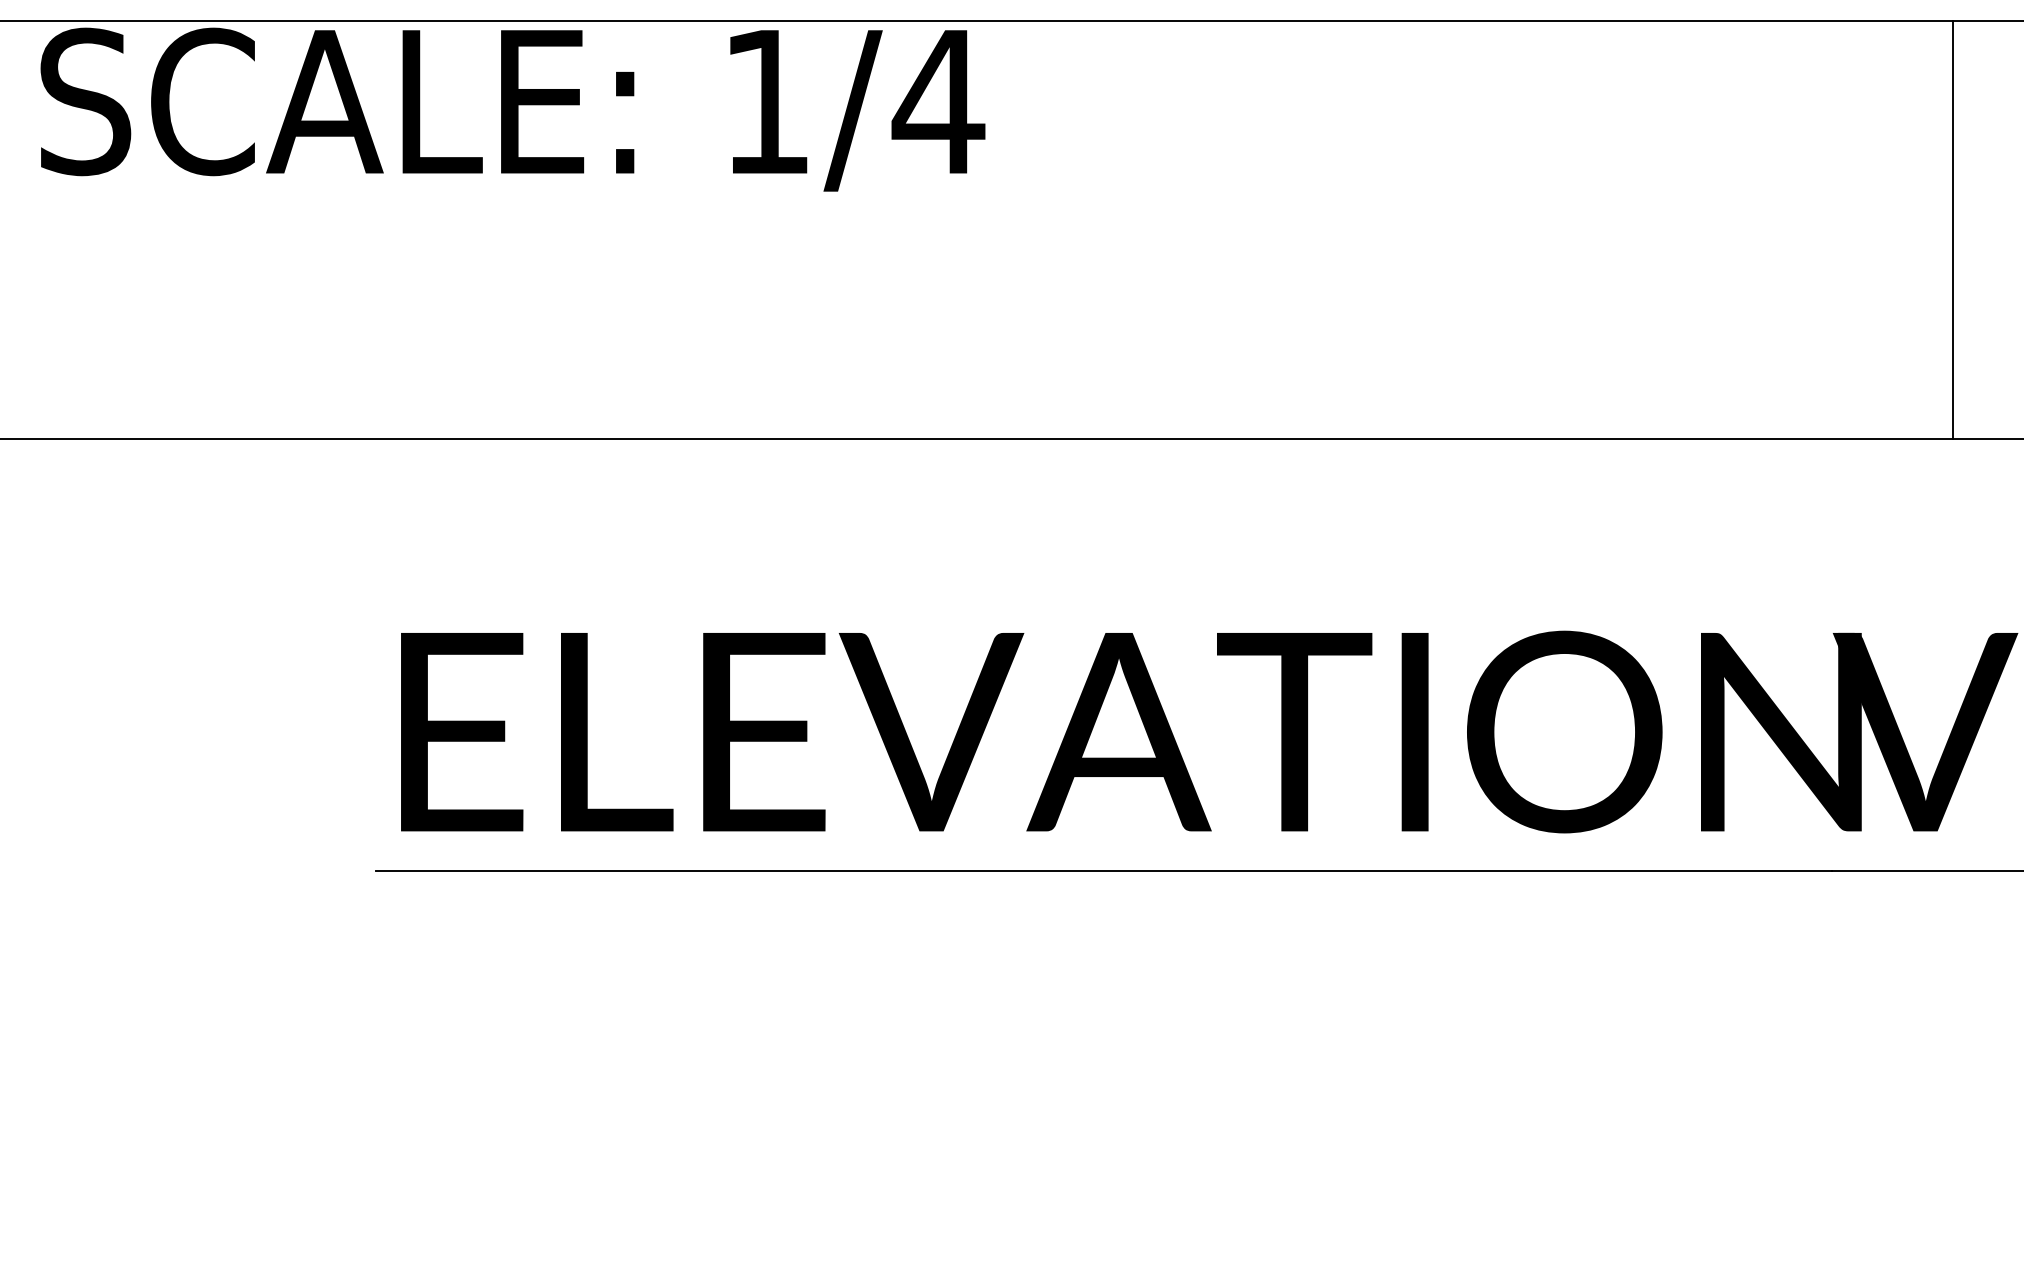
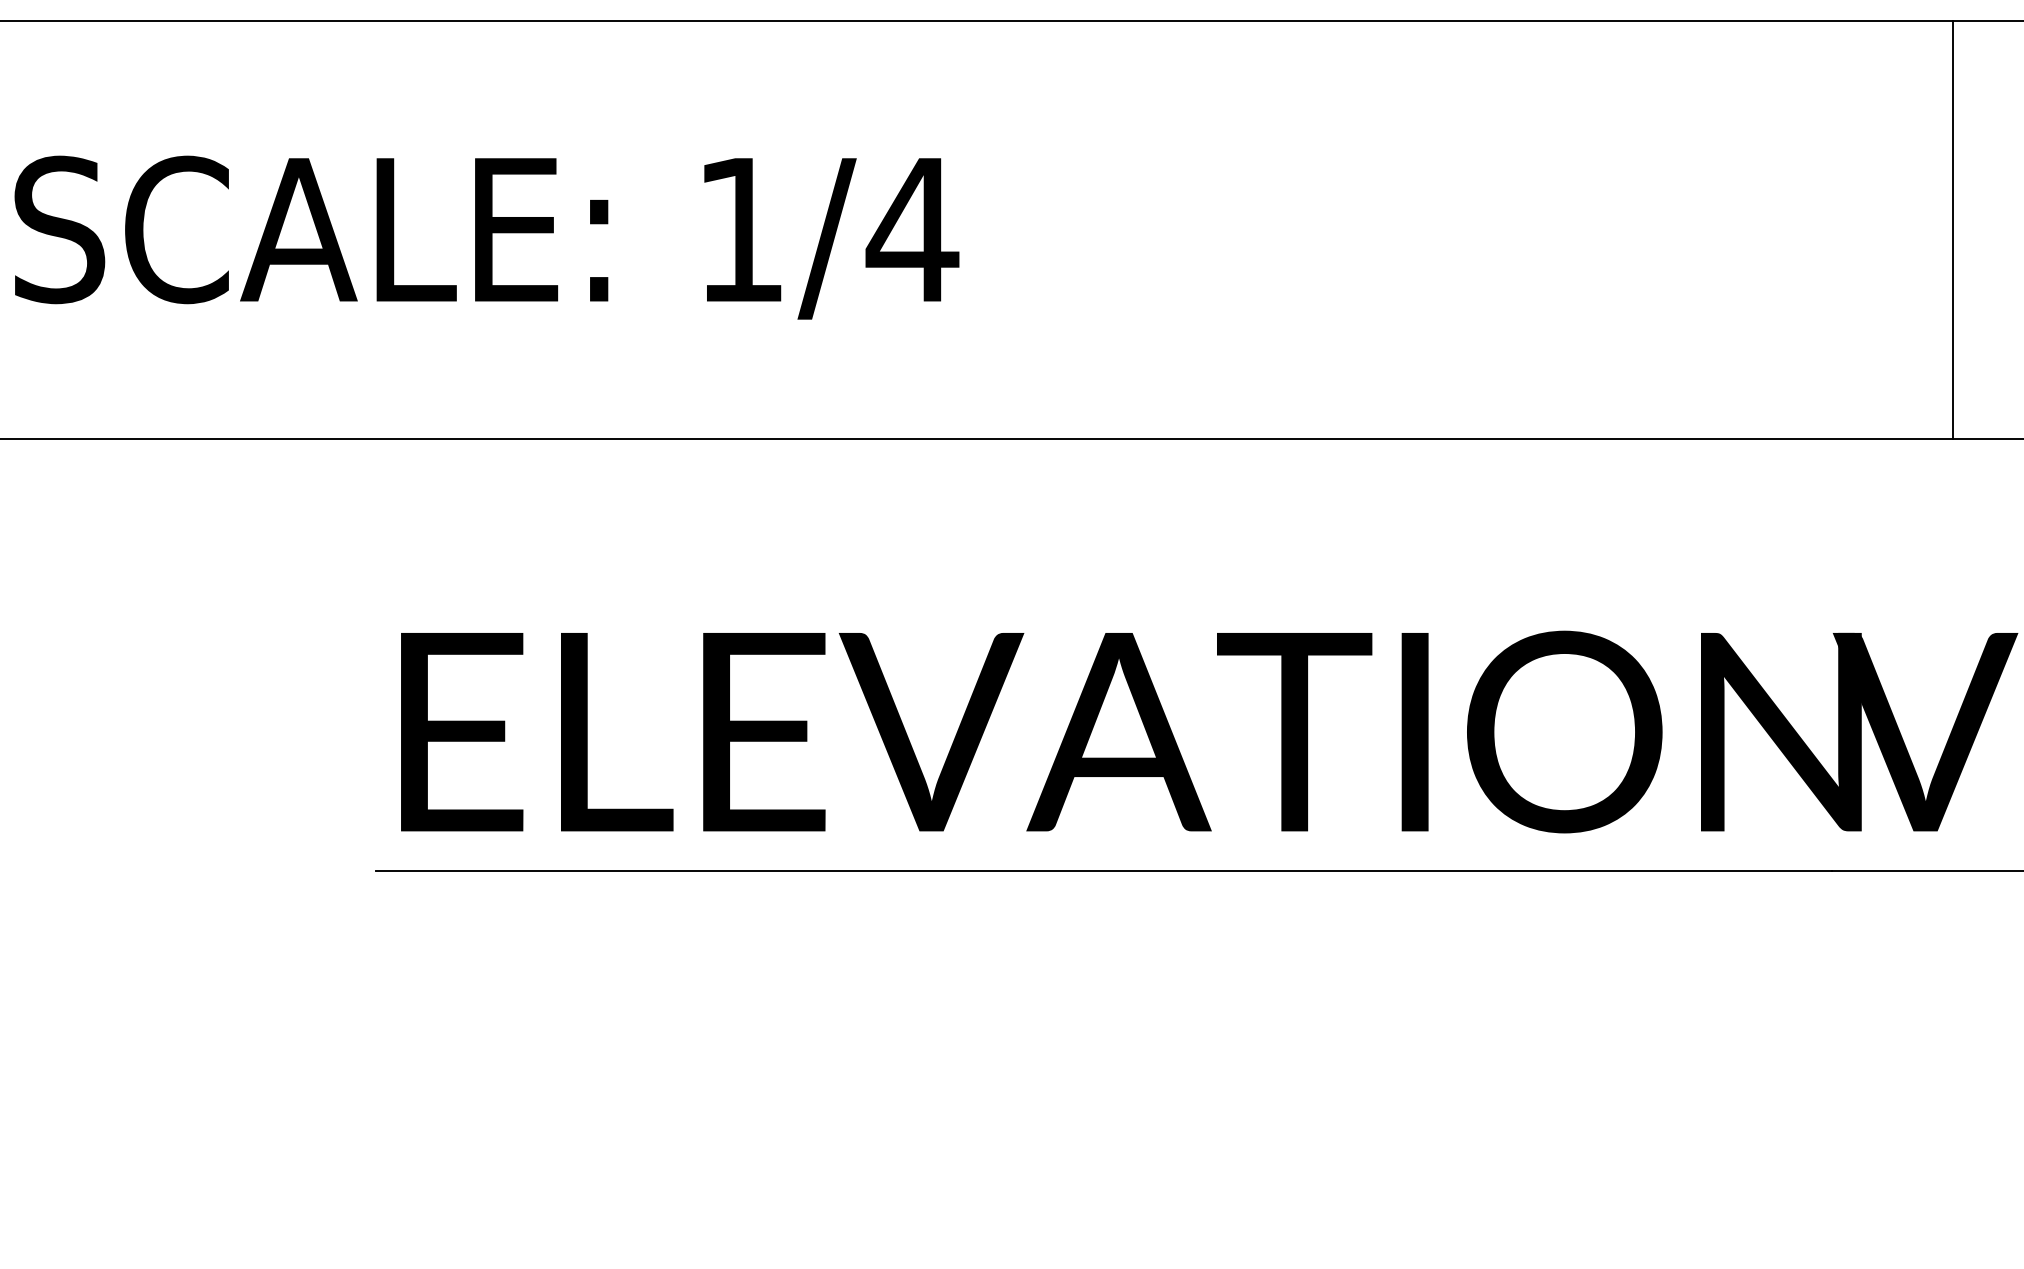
text at (512, 109) position: (512, 109) -> (486, 237)
